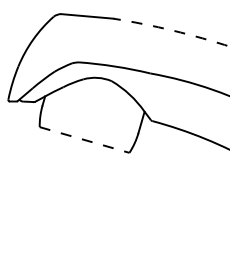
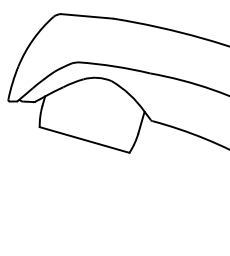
arc at (171, 30): dashed -> solid
line at (84, 140): dashed -> solid
